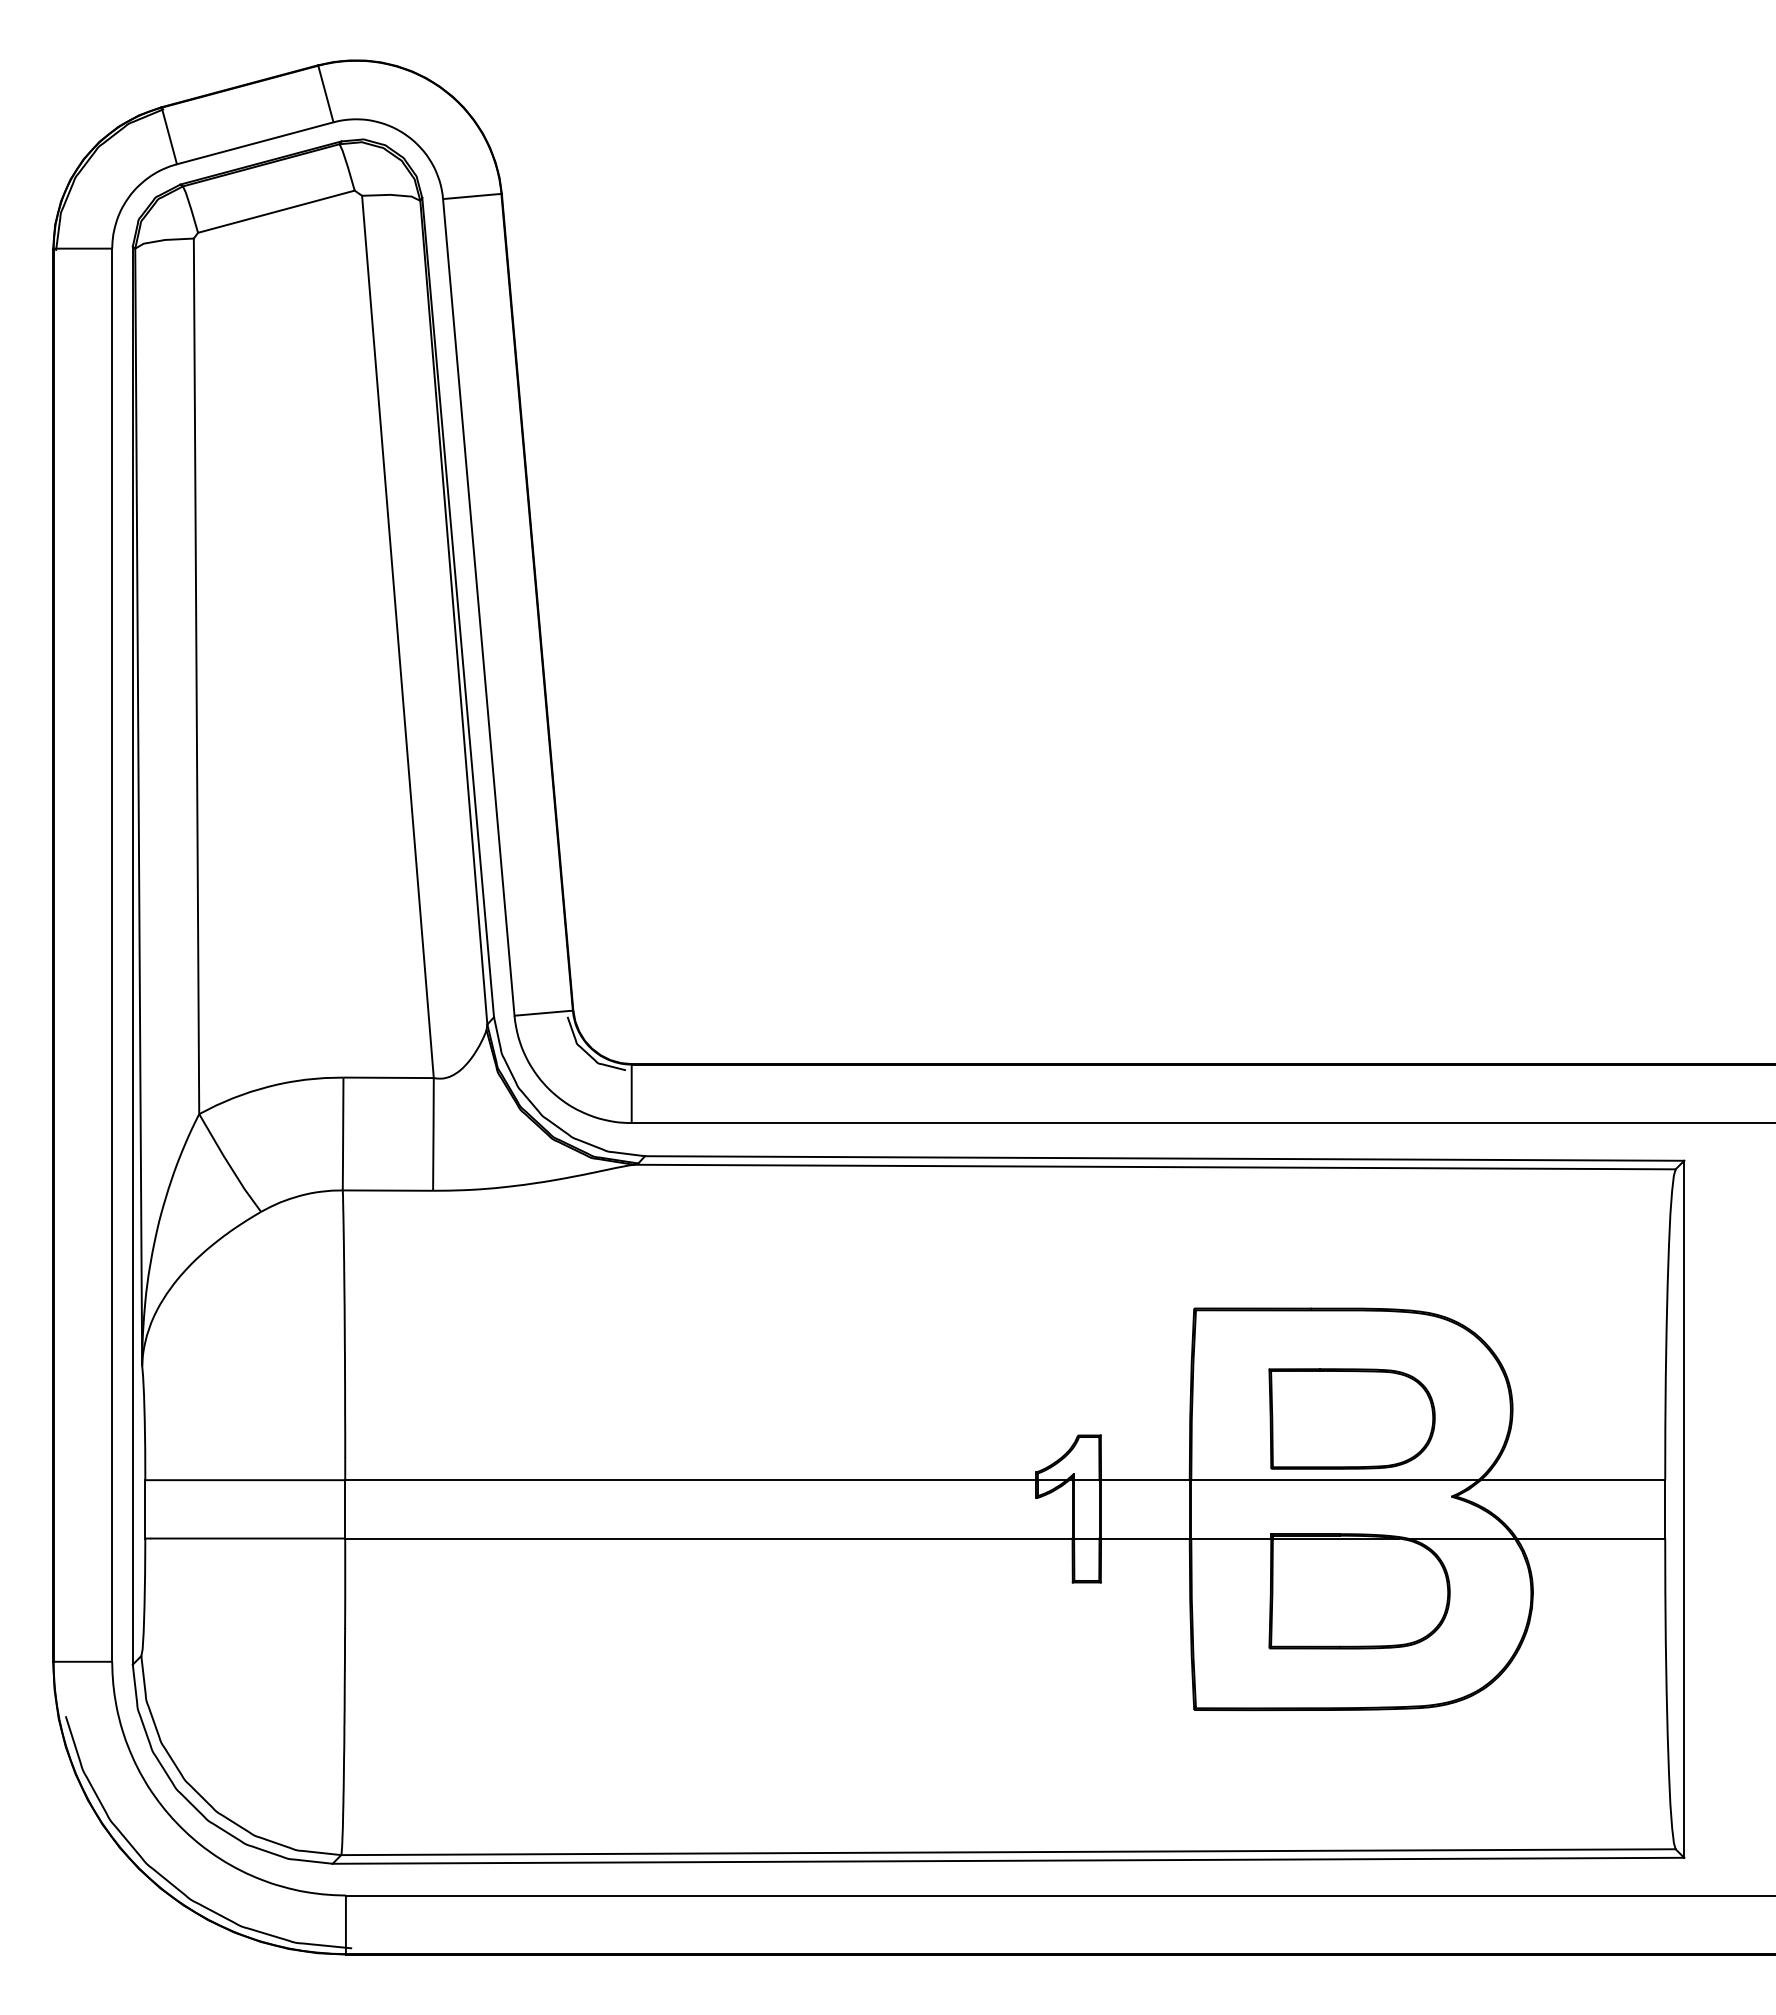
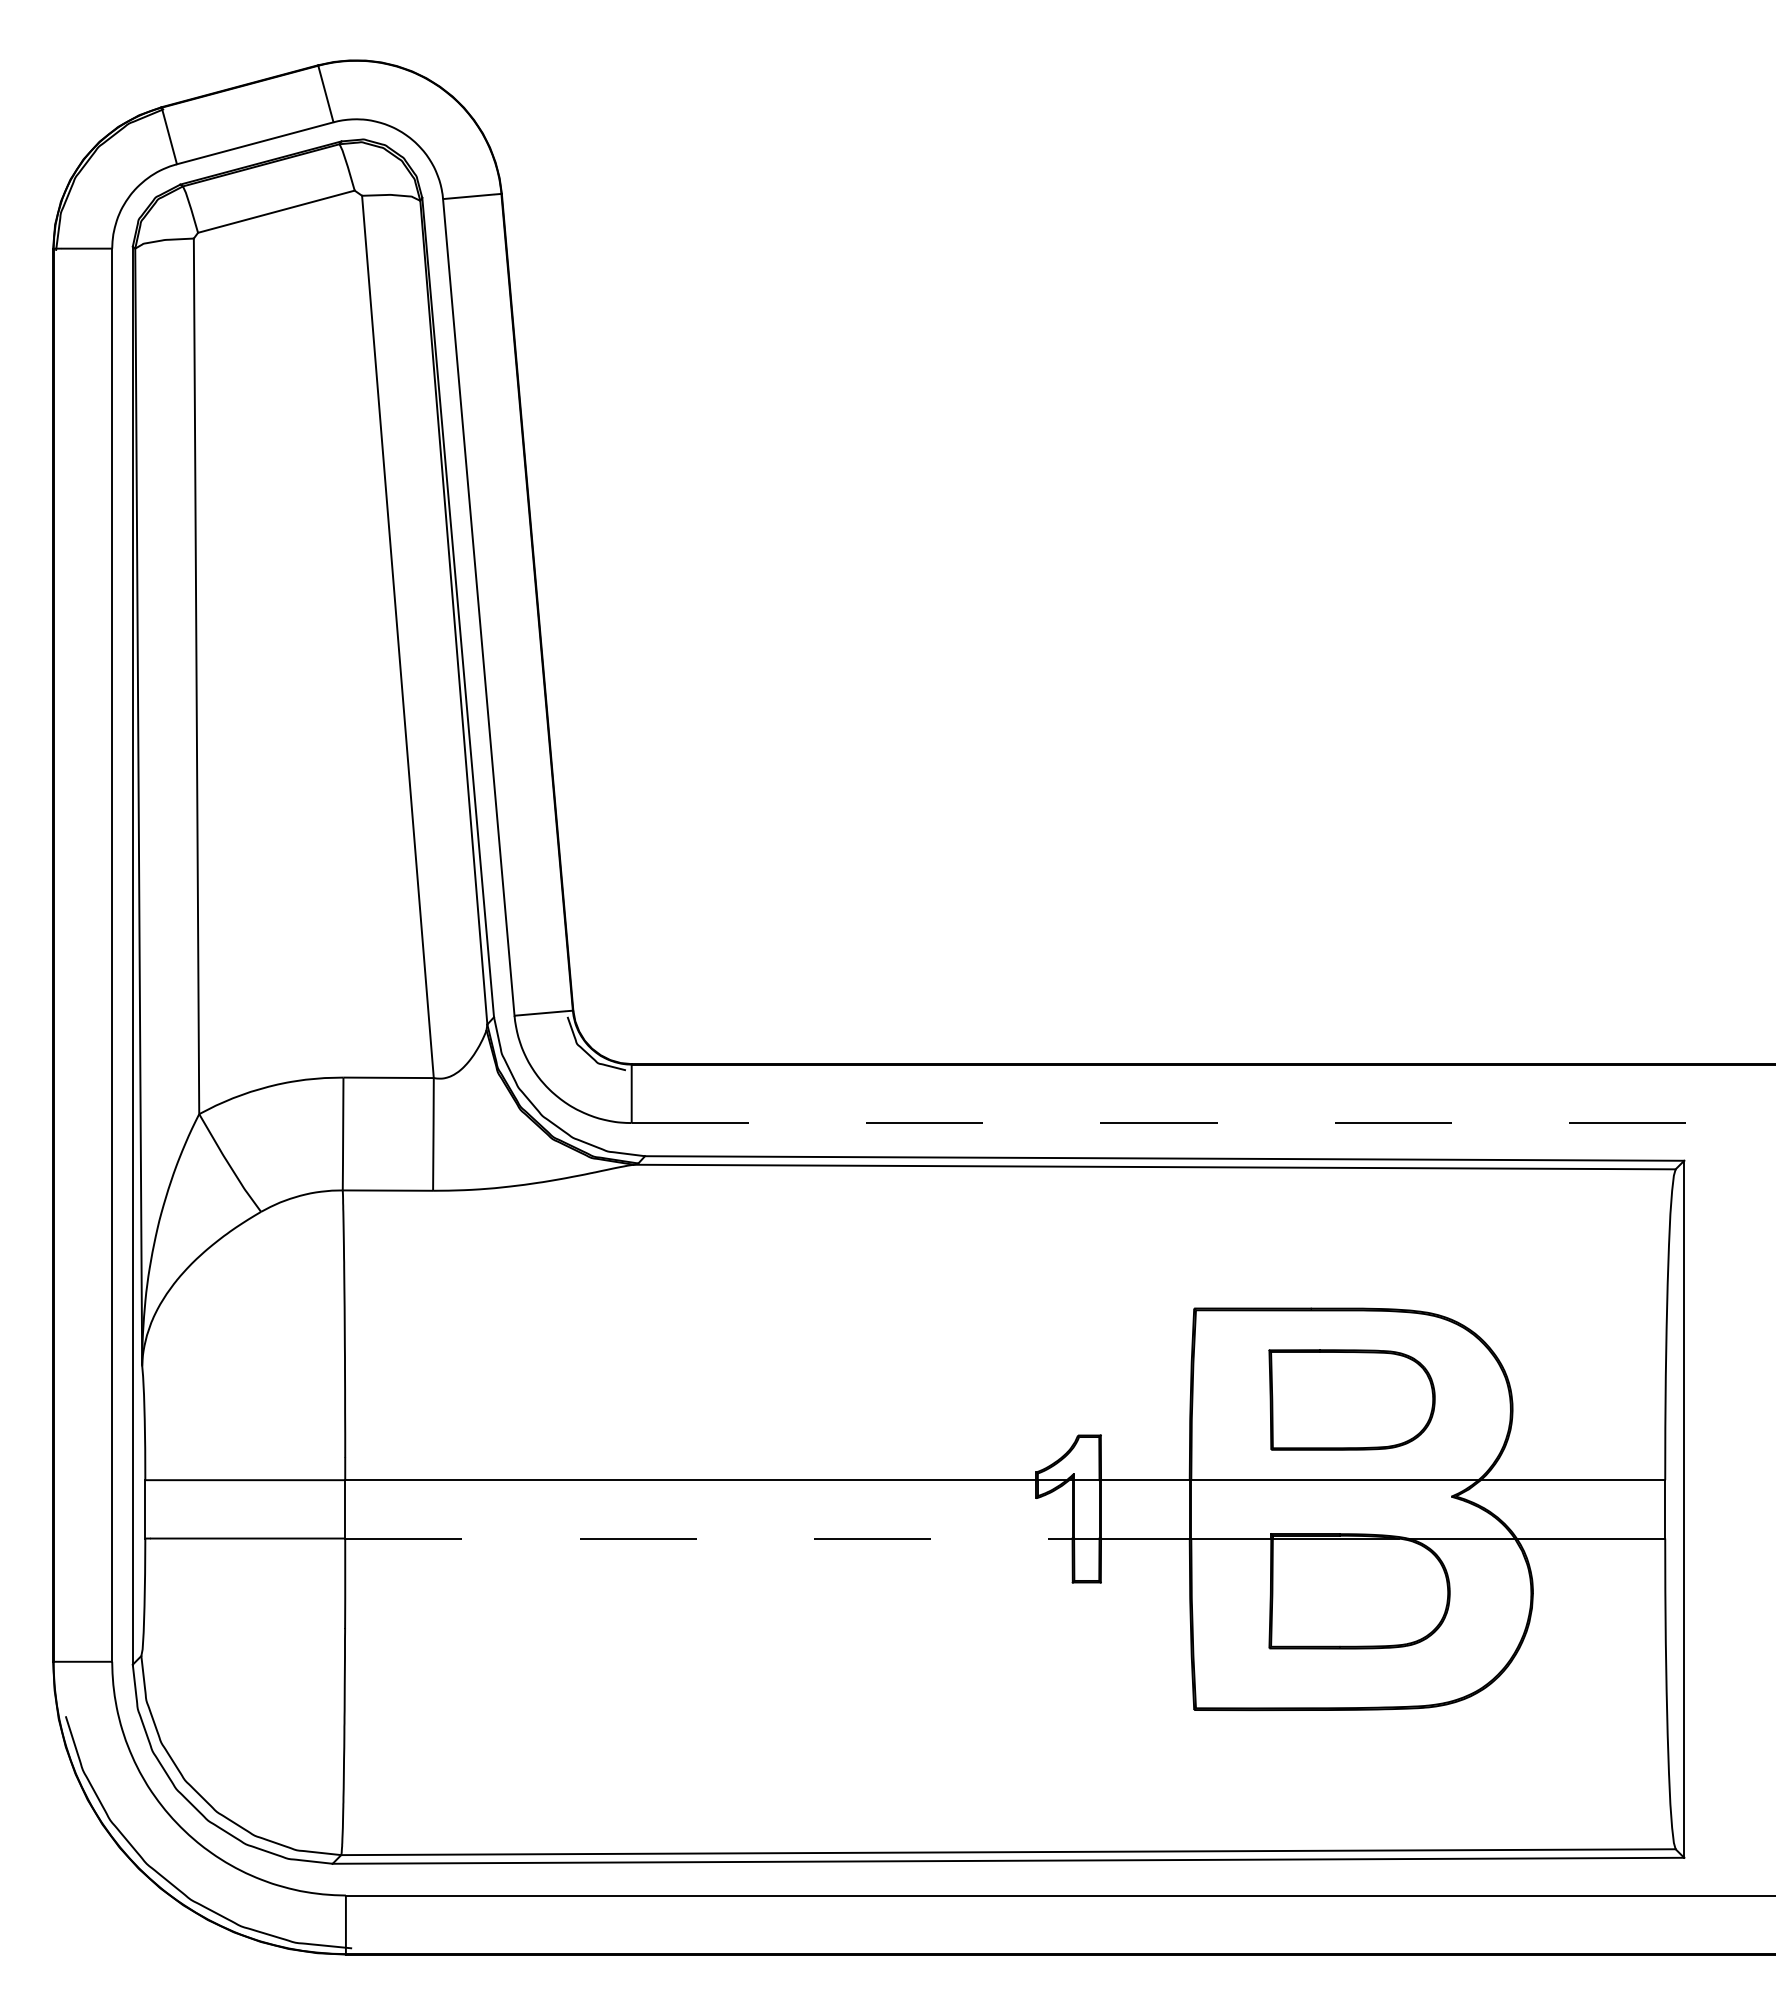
line at (1203, 1123): solid -> dashed
part at (1351, 1418) position: (1351, 1418) -> (1351, 1399)
line at (708, 1538): solid -> dashed
